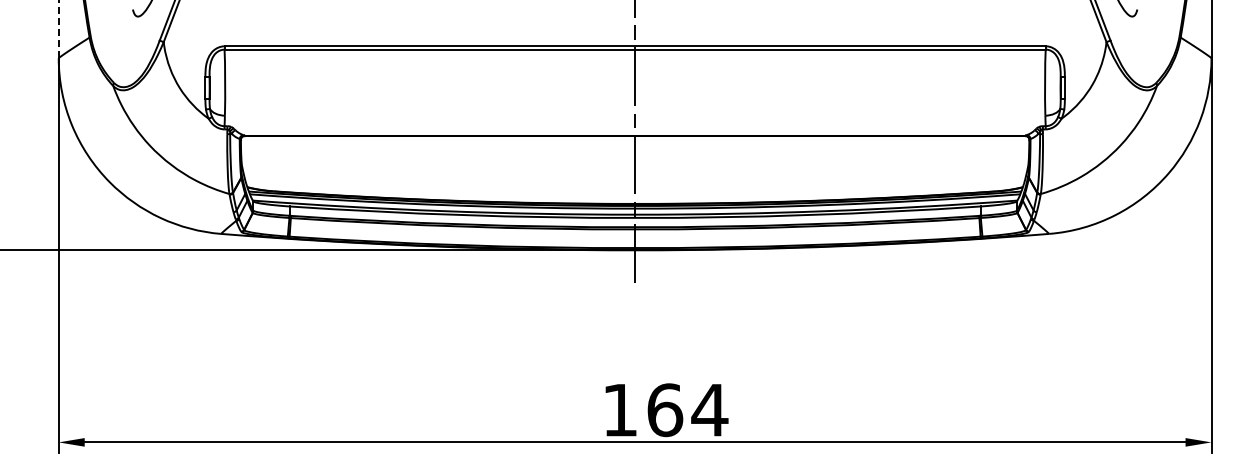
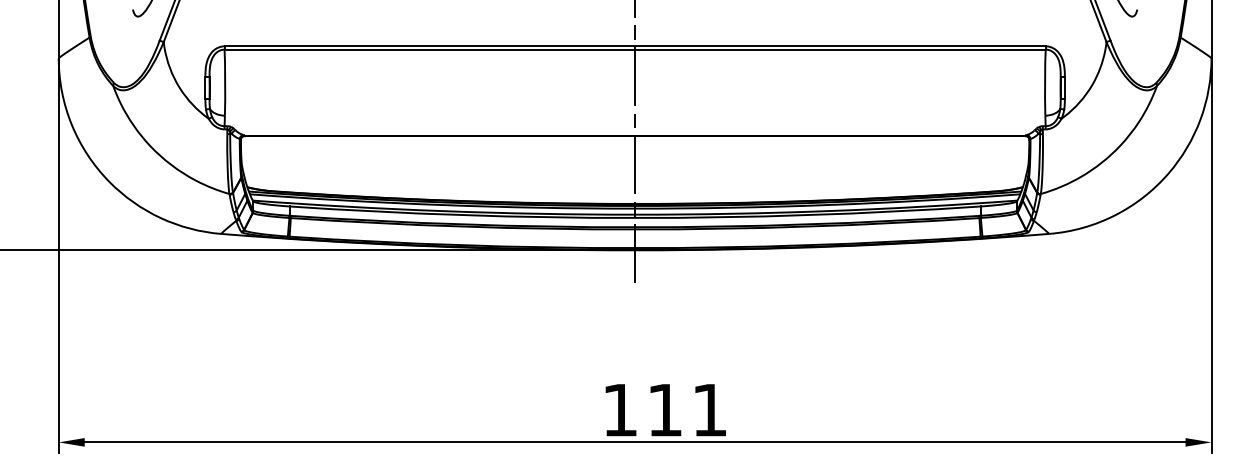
line at (58, 29): dashed -> solid
text at (687, 410): 164 -> 111
